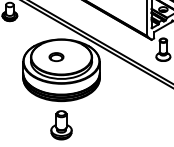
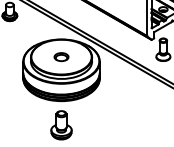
part at (56, 57) position: (56, 57) -> (61, 57)
